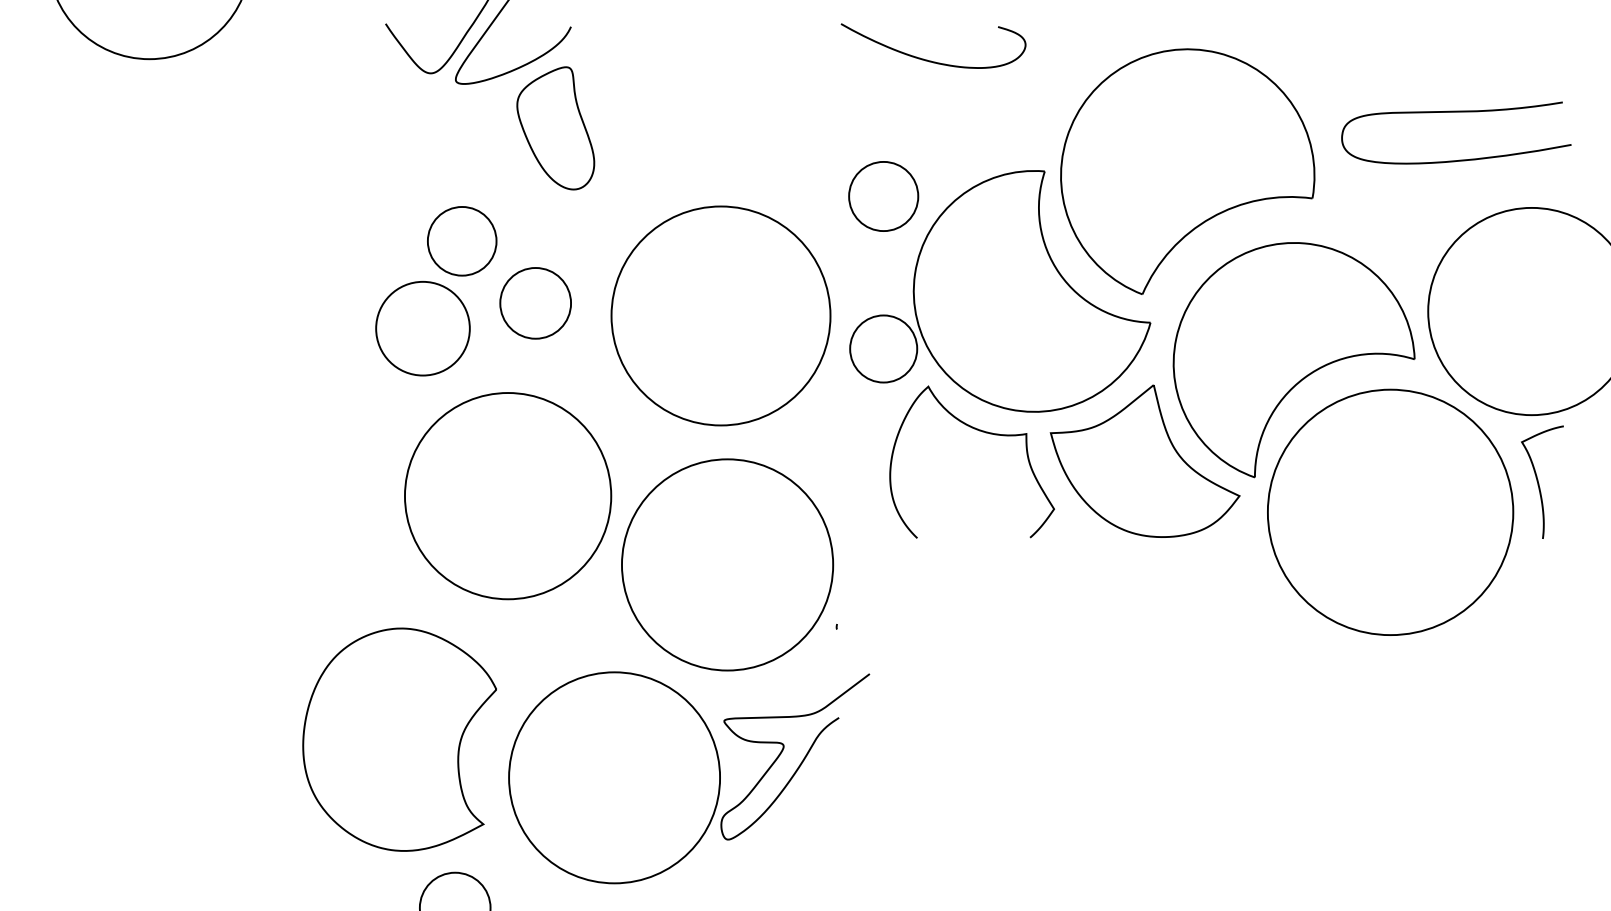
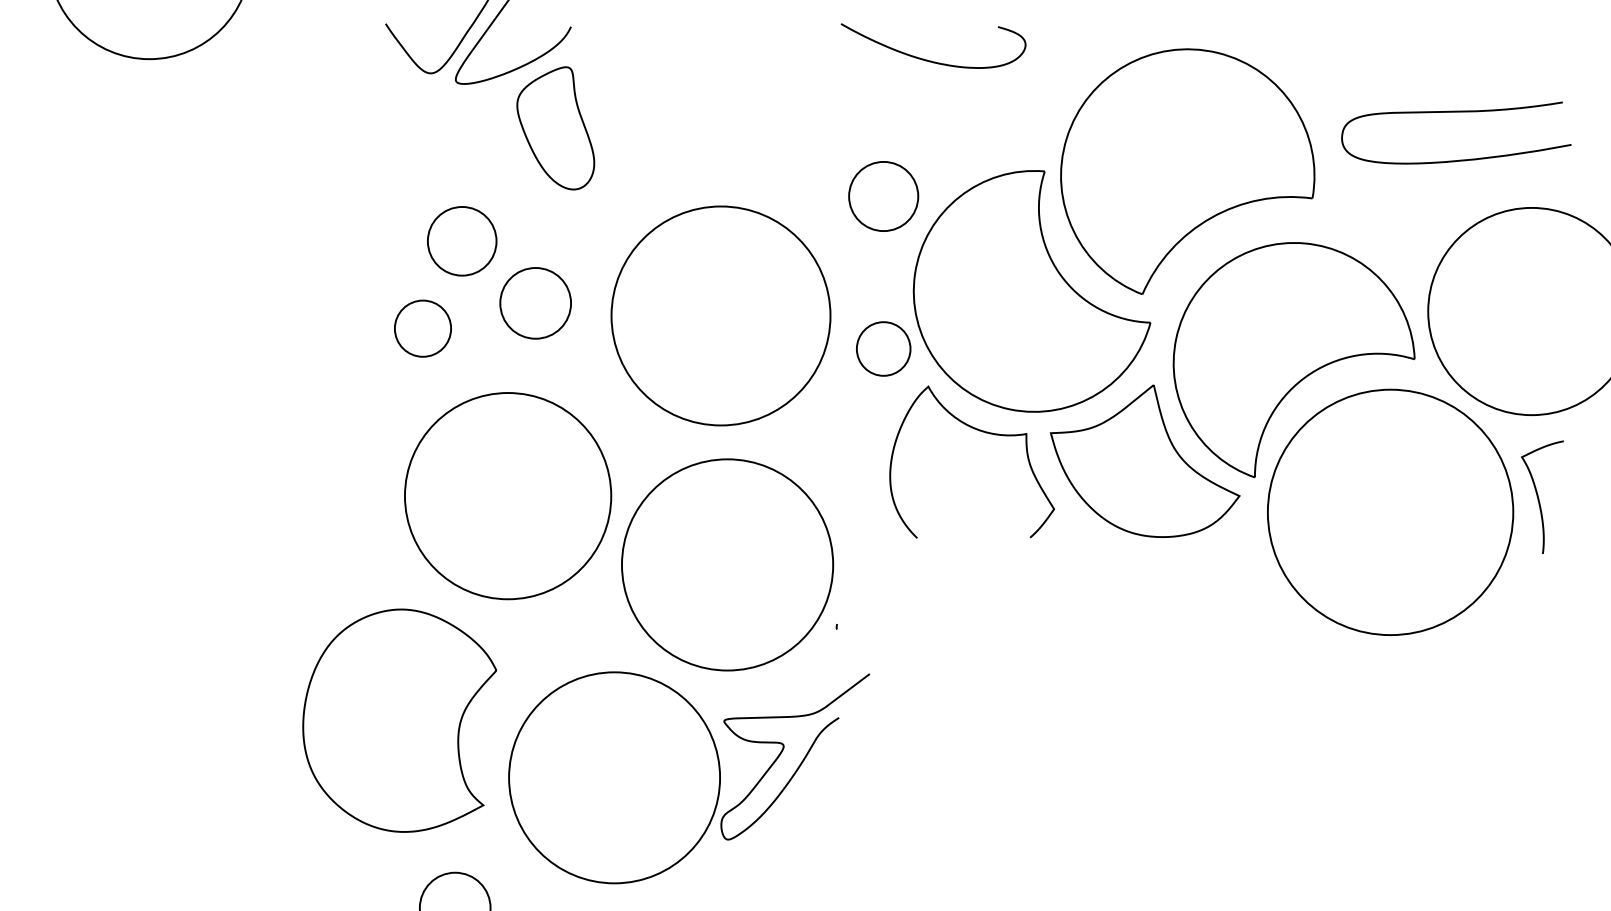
circle at (422, 328) diameter: 94 px -> 56 px
circle at (883, 348) diameter: 67 px -> 54 px
curve at (1539, 483) position: (1539, 483) -> (1539, 498)
part at (399, 739) position: (399, 739) -> (399, 720)
